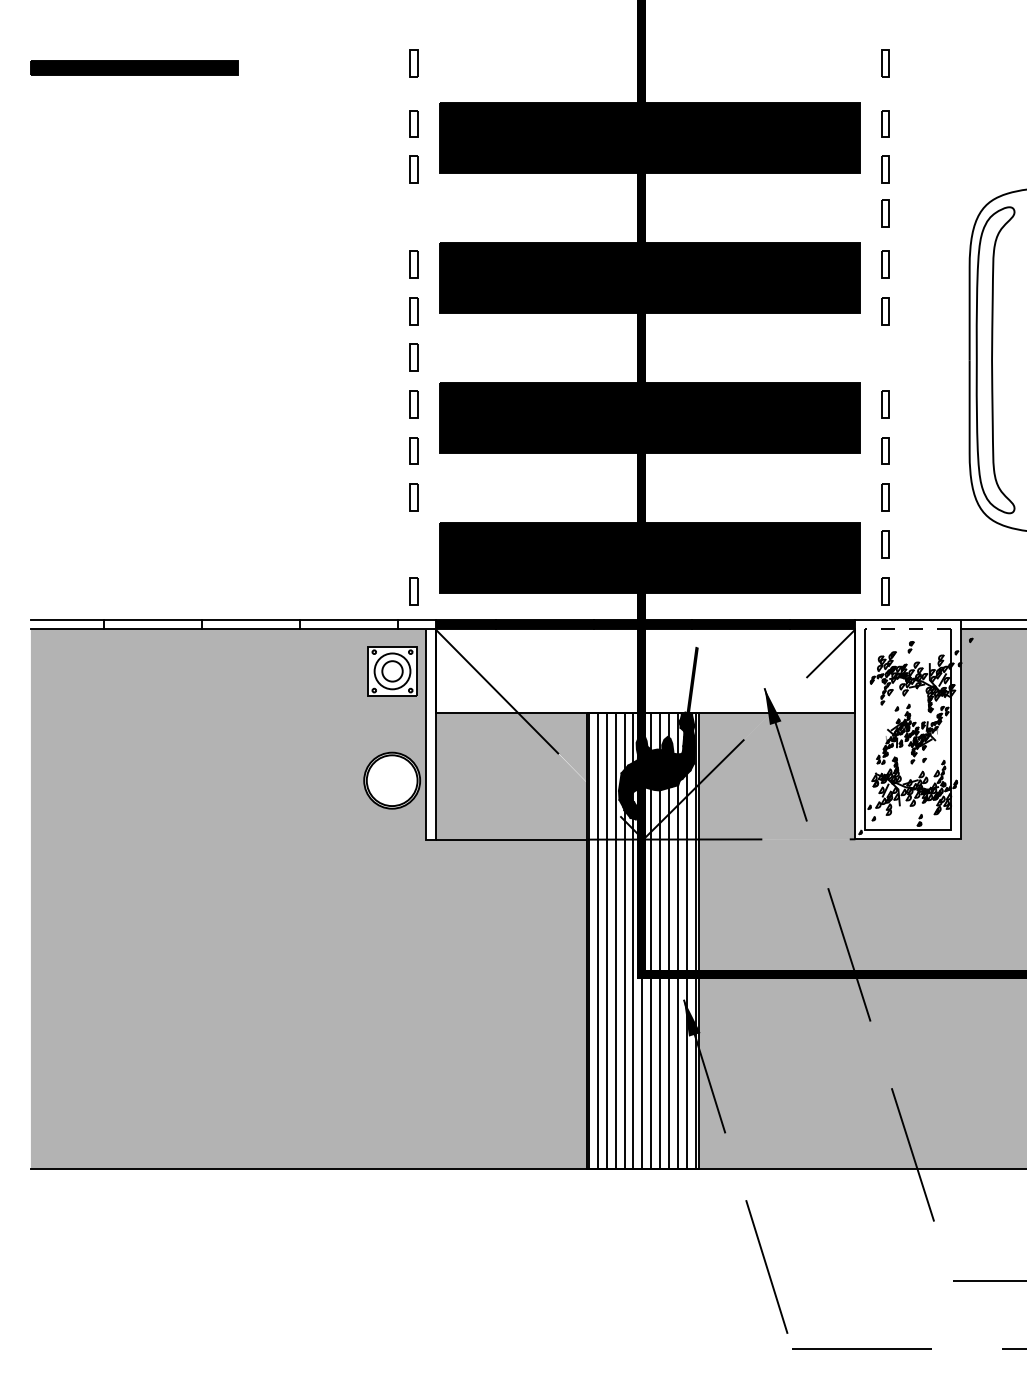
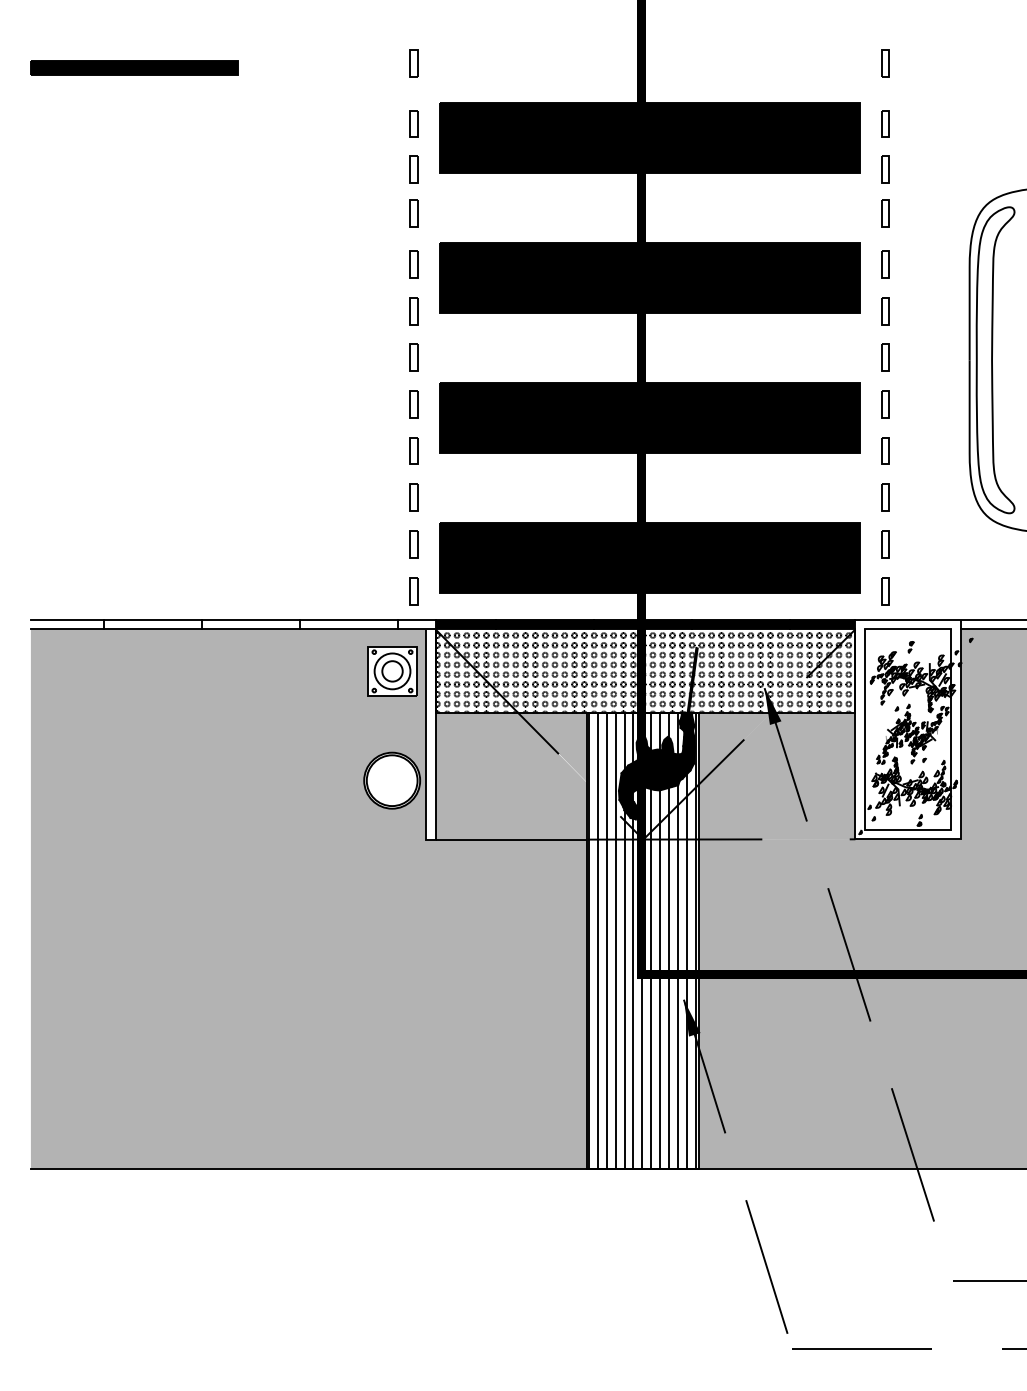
part at (413, 213): none -> present
part at (885, 357): none -> present
part at (413, 544): none -> present
line at (907, 629): dashed -> solid
hatch at (643, 673): none -> present
